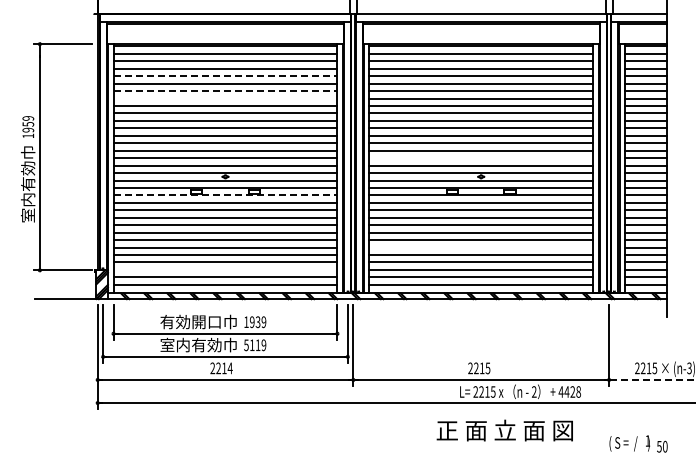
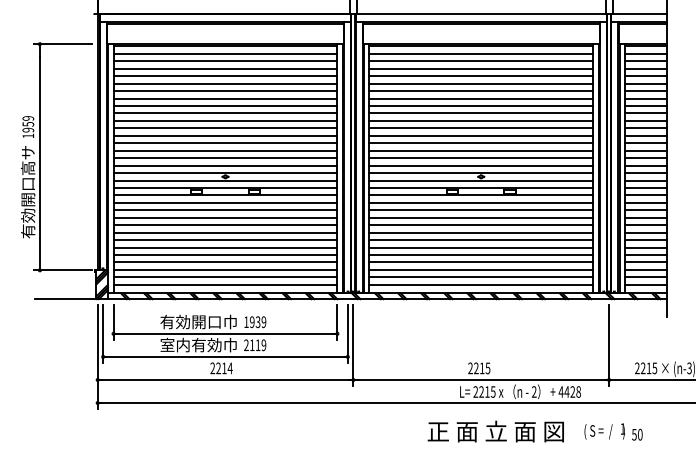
line at (225, 76): dashed -> solid
line at (225, 91): dashed -> solid
line at (225, 98): none -> present
line at (481, 158): none -> present
text at (27, 192): 室内有効巾 -> 有効開口高サ
line at (225, 195): dashed -> solid
line at (481, 247): none -> present
line at (225, 269): none -> present
text at (246, 345): 5119 -> 2119
line at (652, 379): dashed -> solid
text at (504, 430) position: (504, 430) -> (495, 431)
text at (638, 443) position: (638, 443) -> (613, 431)
